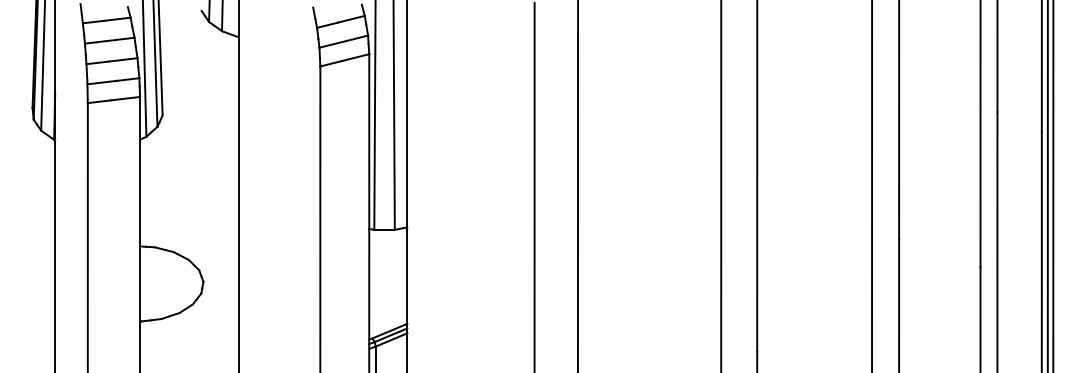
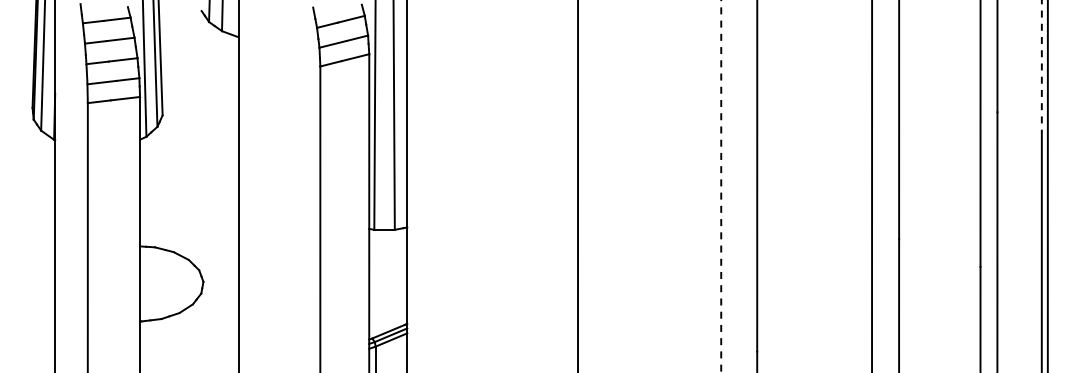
line at (1041, 66): solid -> dashed
line at (534, 185): present -> none
line at (1053, 185): present -> none
line at (721, 186): solid -> dashed
